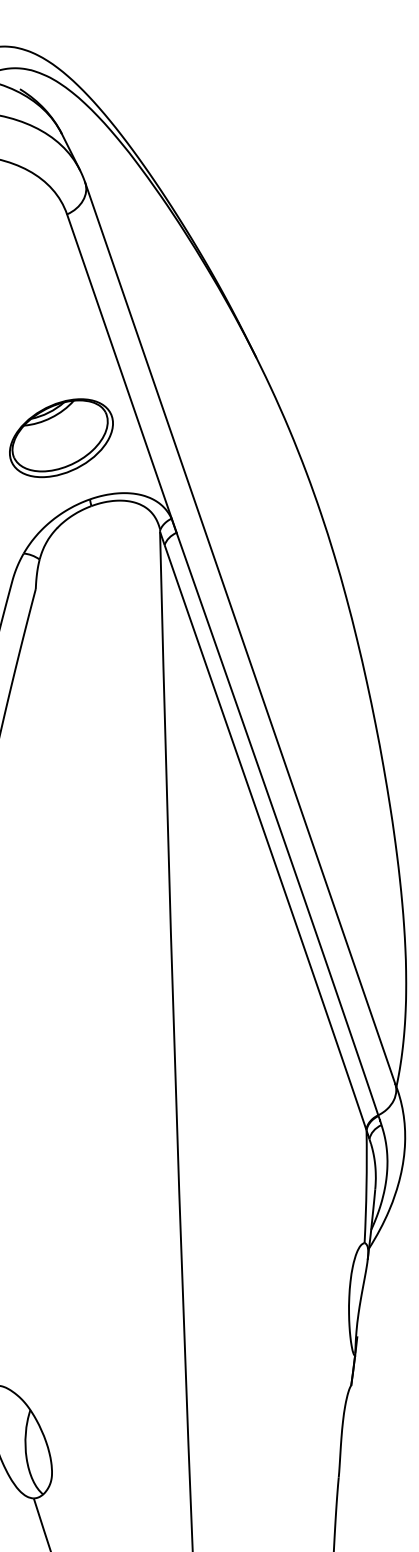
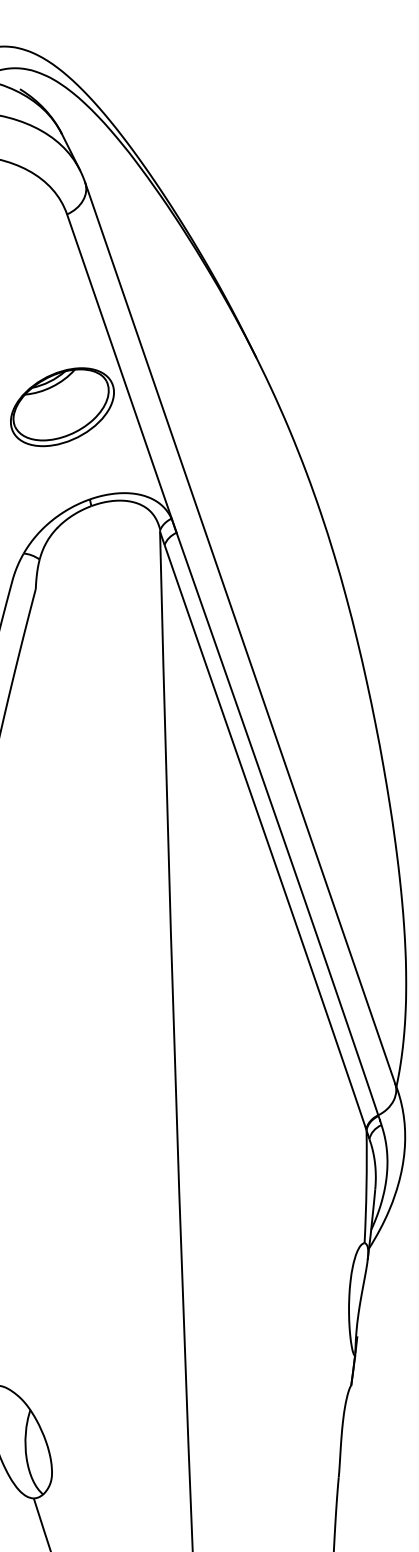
part at (61, 438) position: (61, 438) -> (62, 407)
